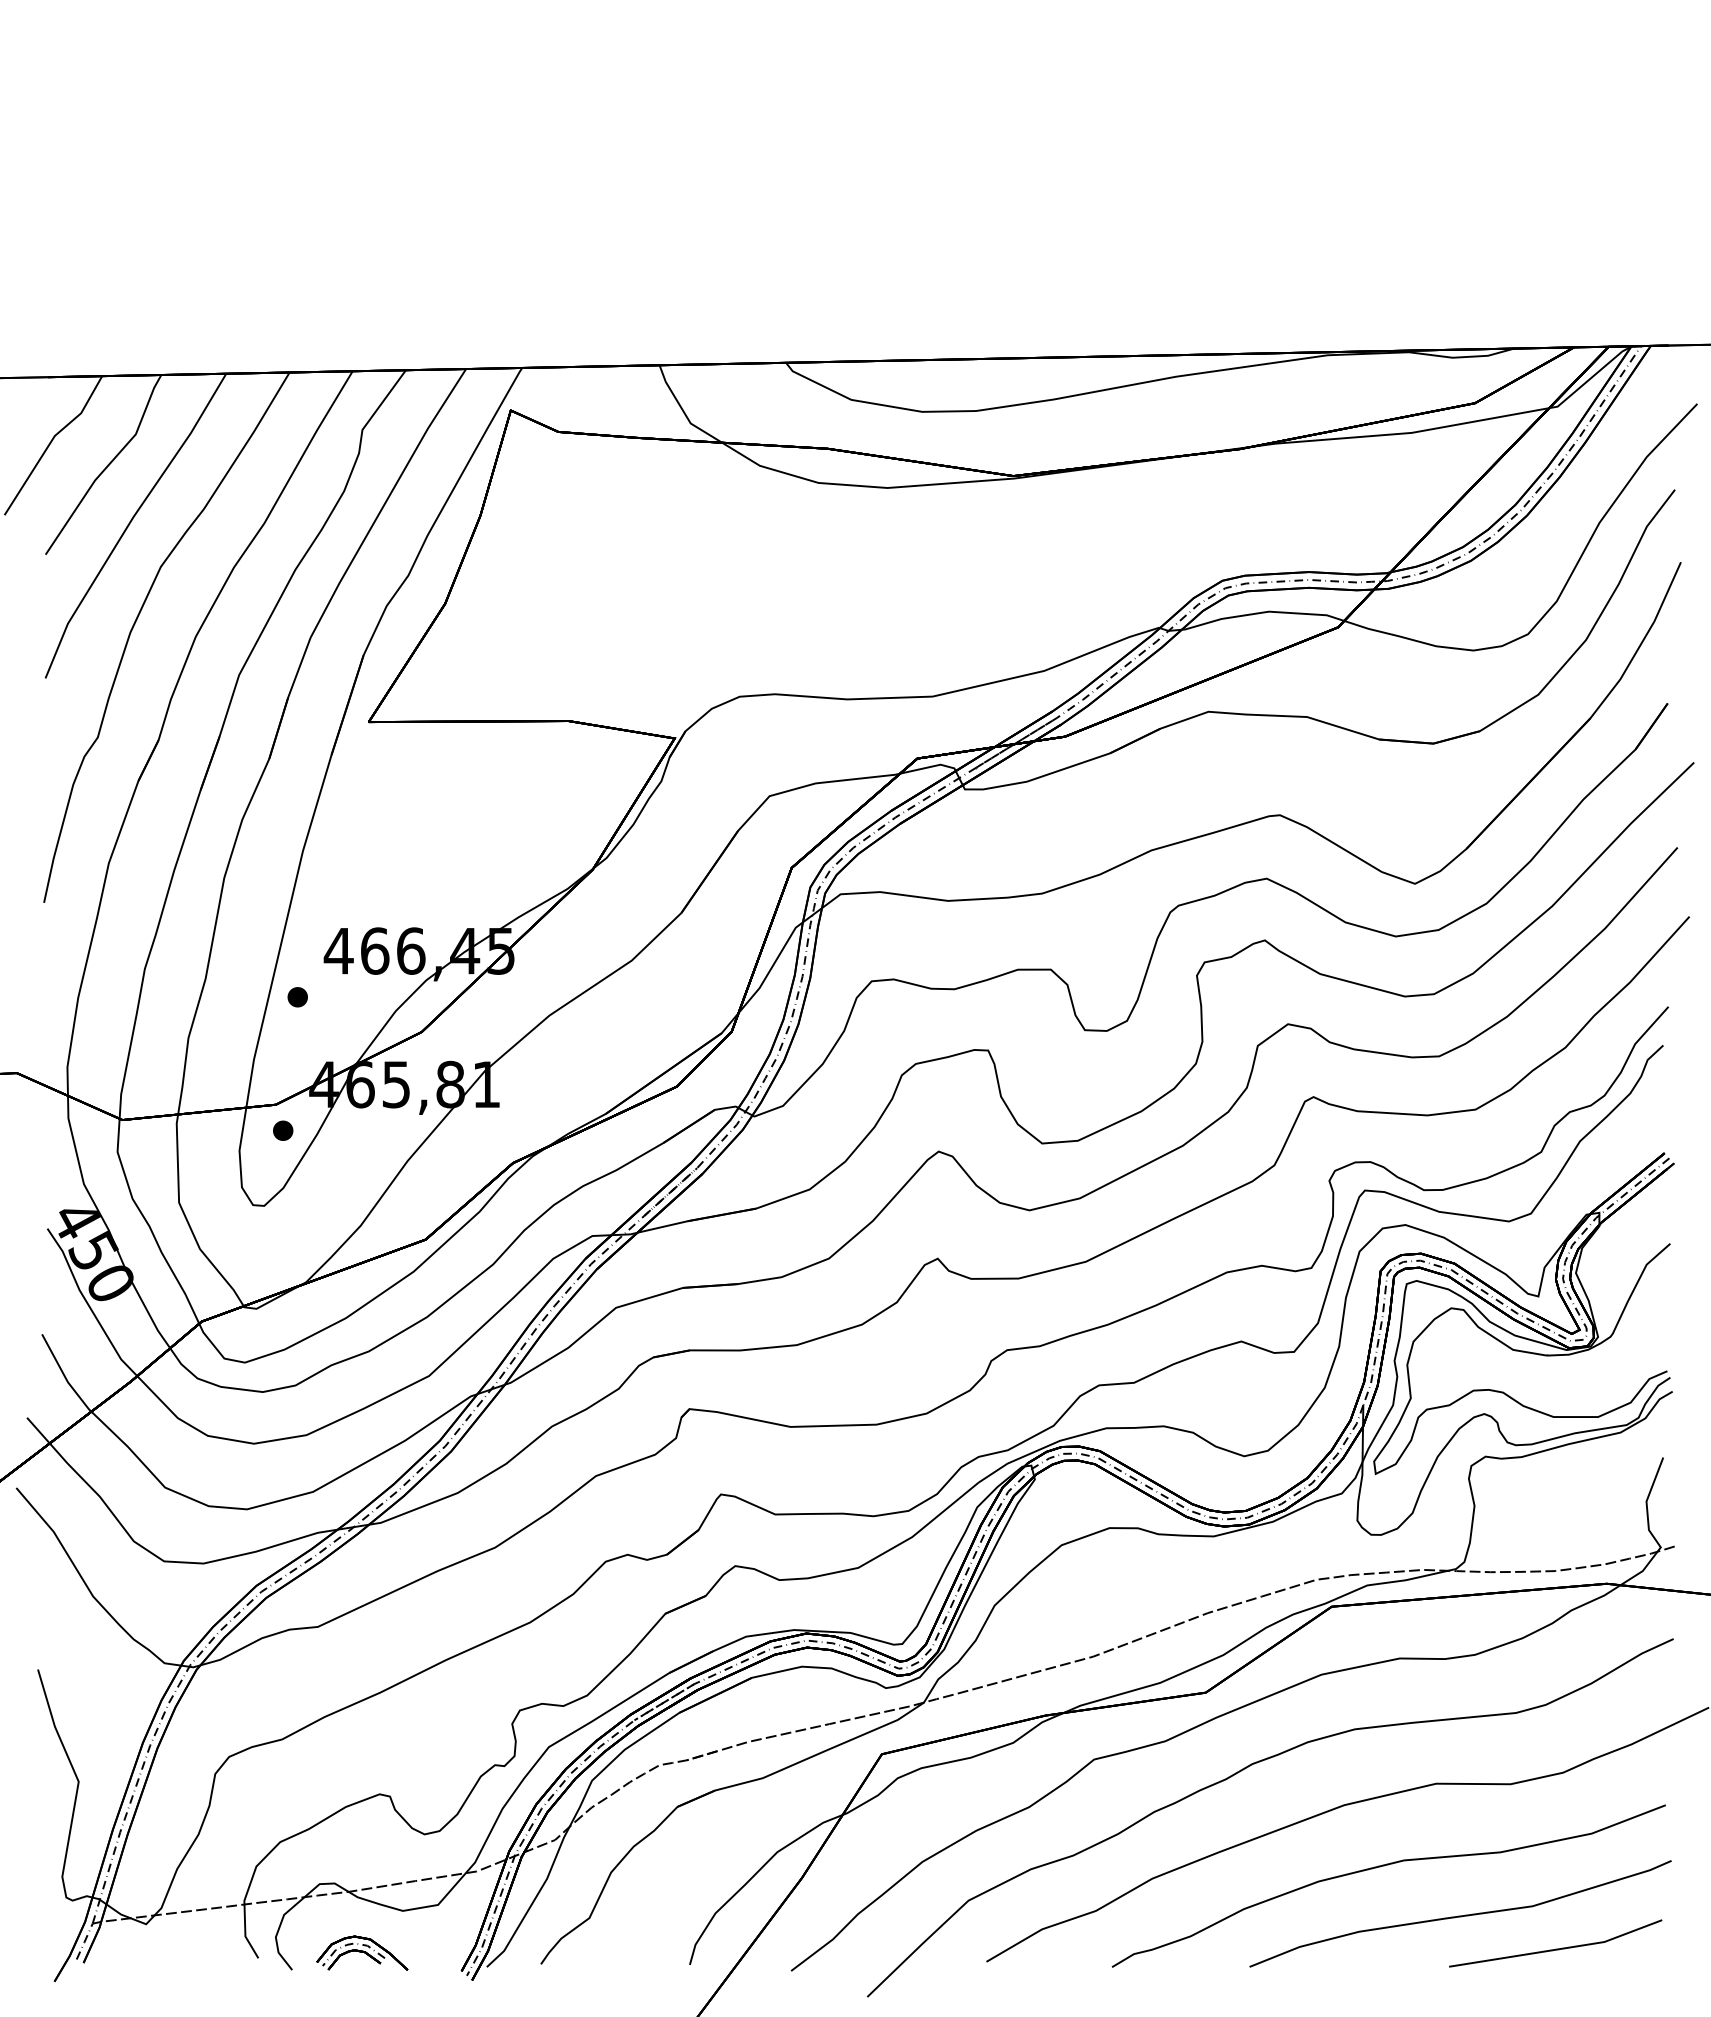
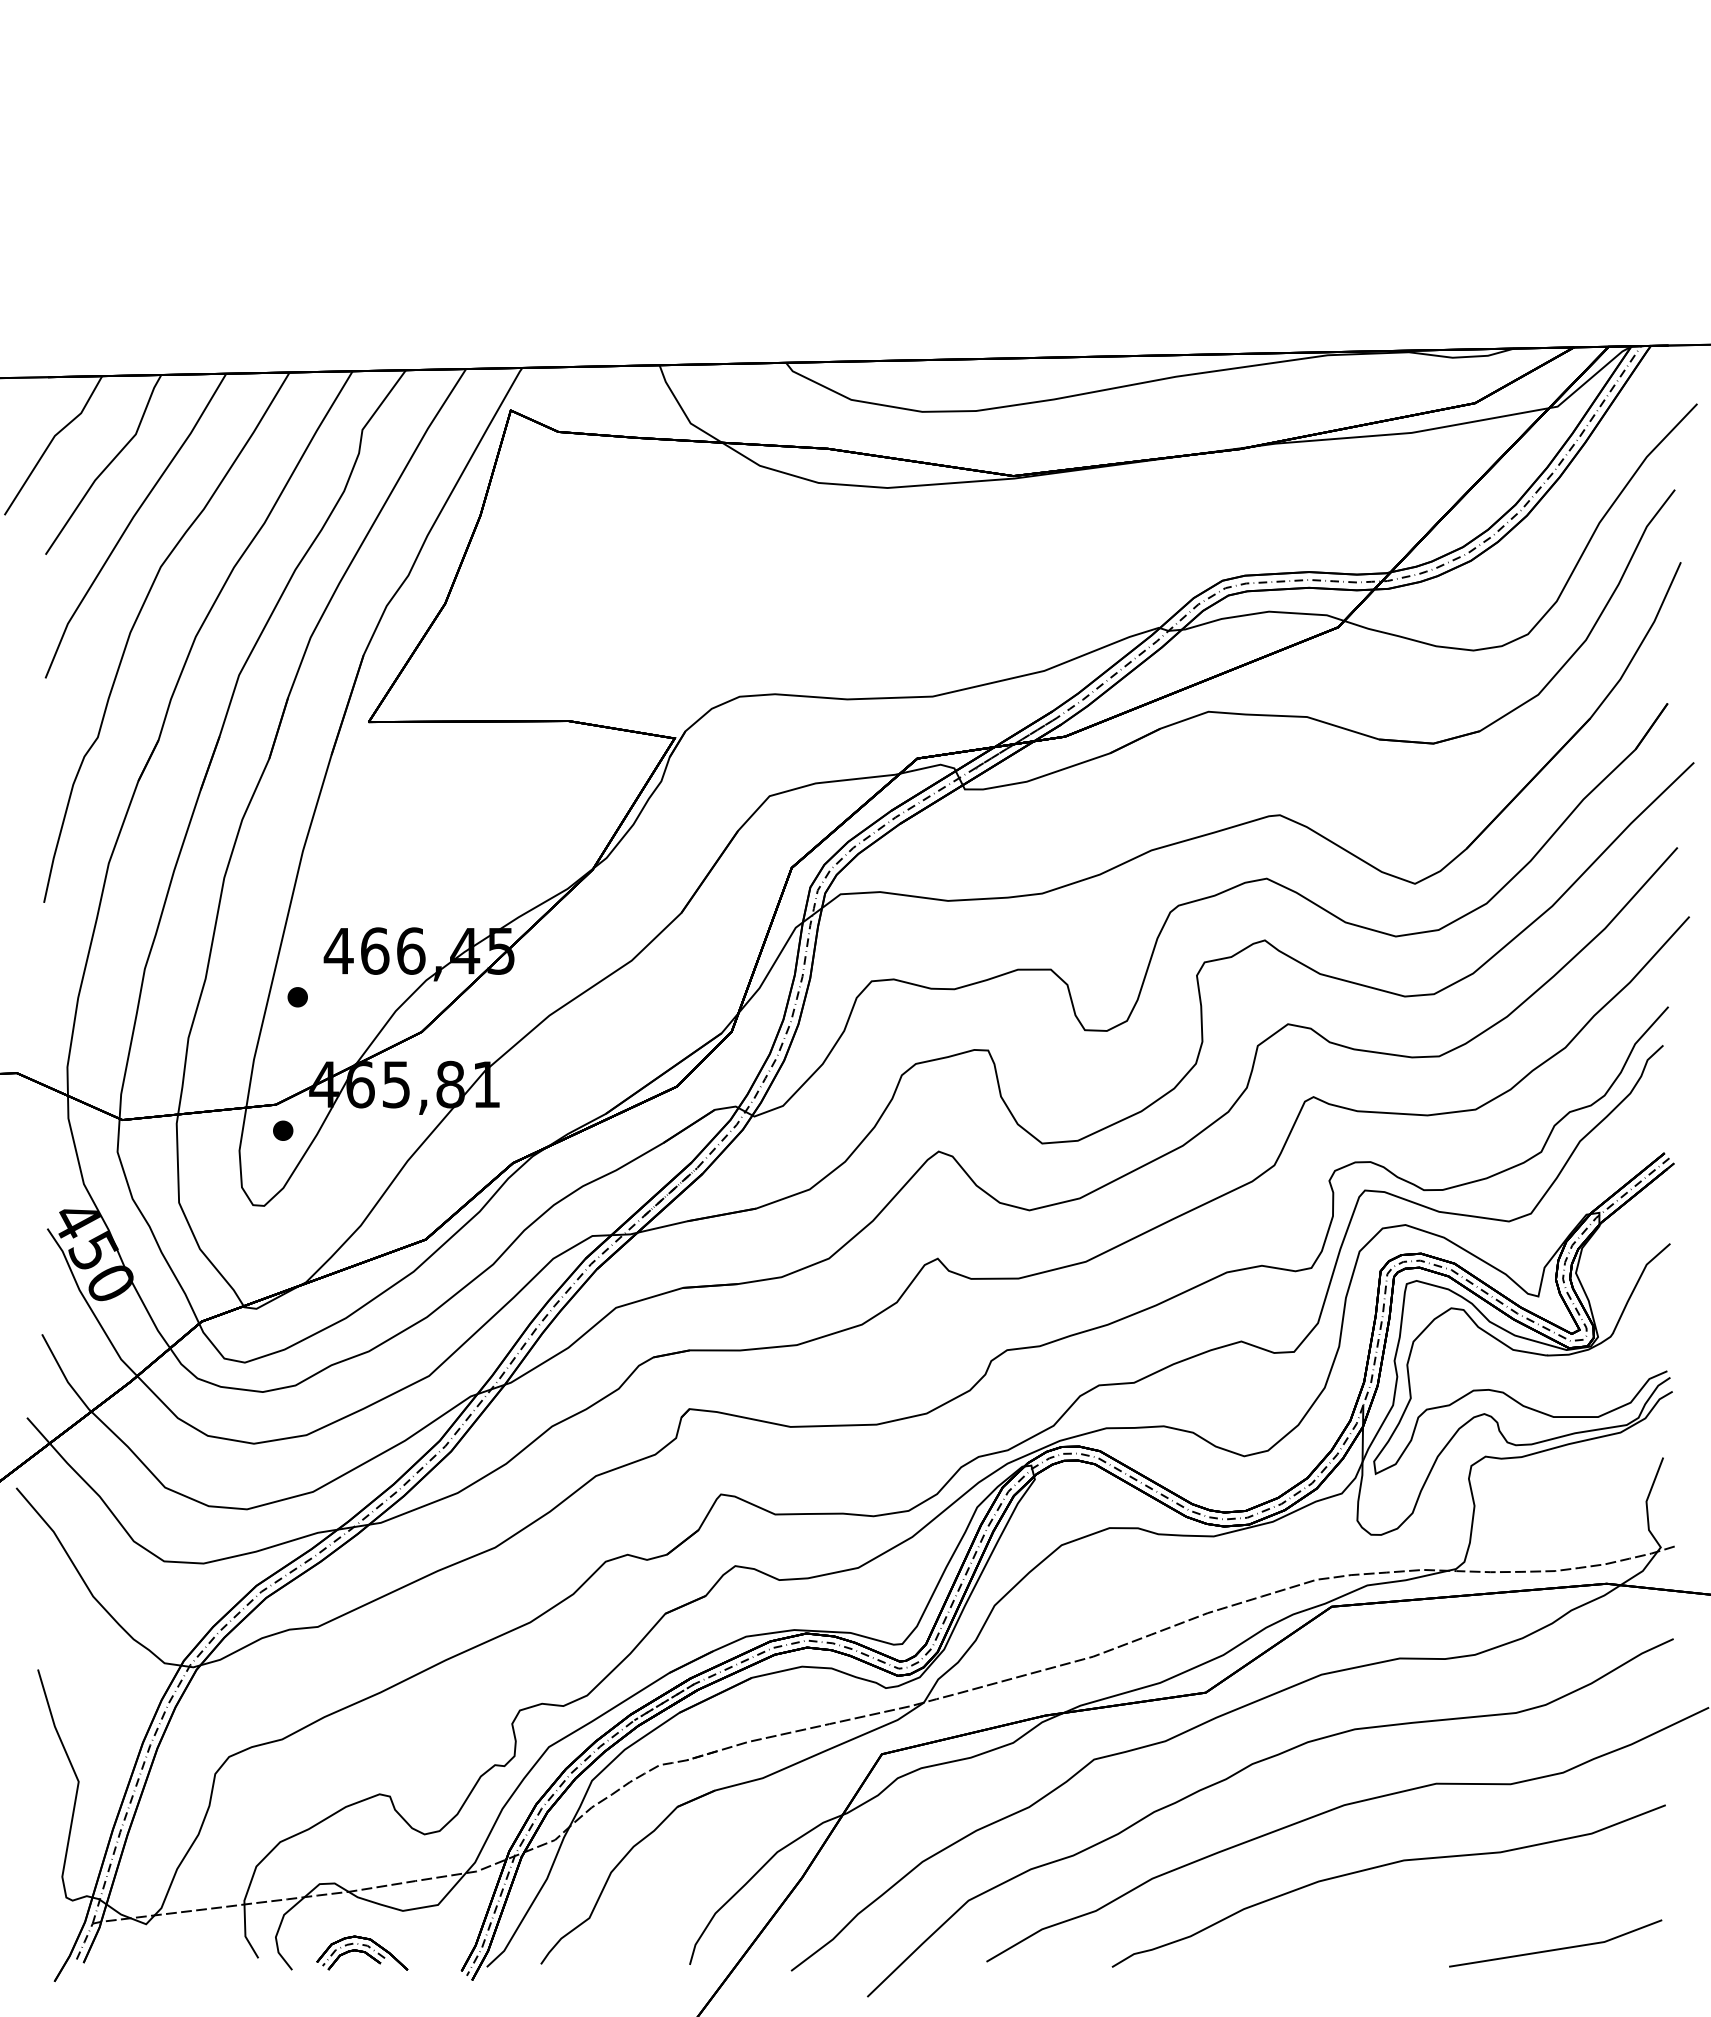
curve at (1460, 1915): present -> none
